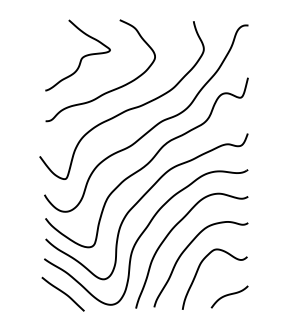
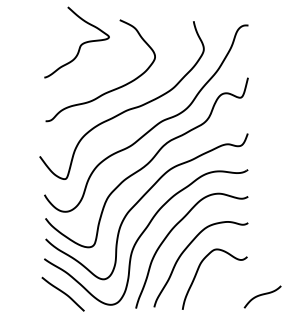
curve at (80, 58) position: (80, 58) -> (79, 45)
curve at (229, 295) position: (229, 295) -> (262, 295)
